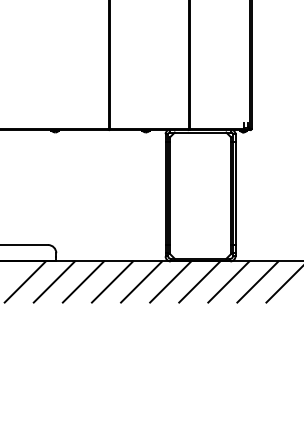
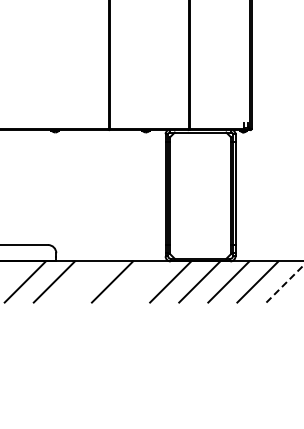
line at (83, 281): present -> none
line at (141, 281): present -> none
line at (285, 283): solid -> dashed
